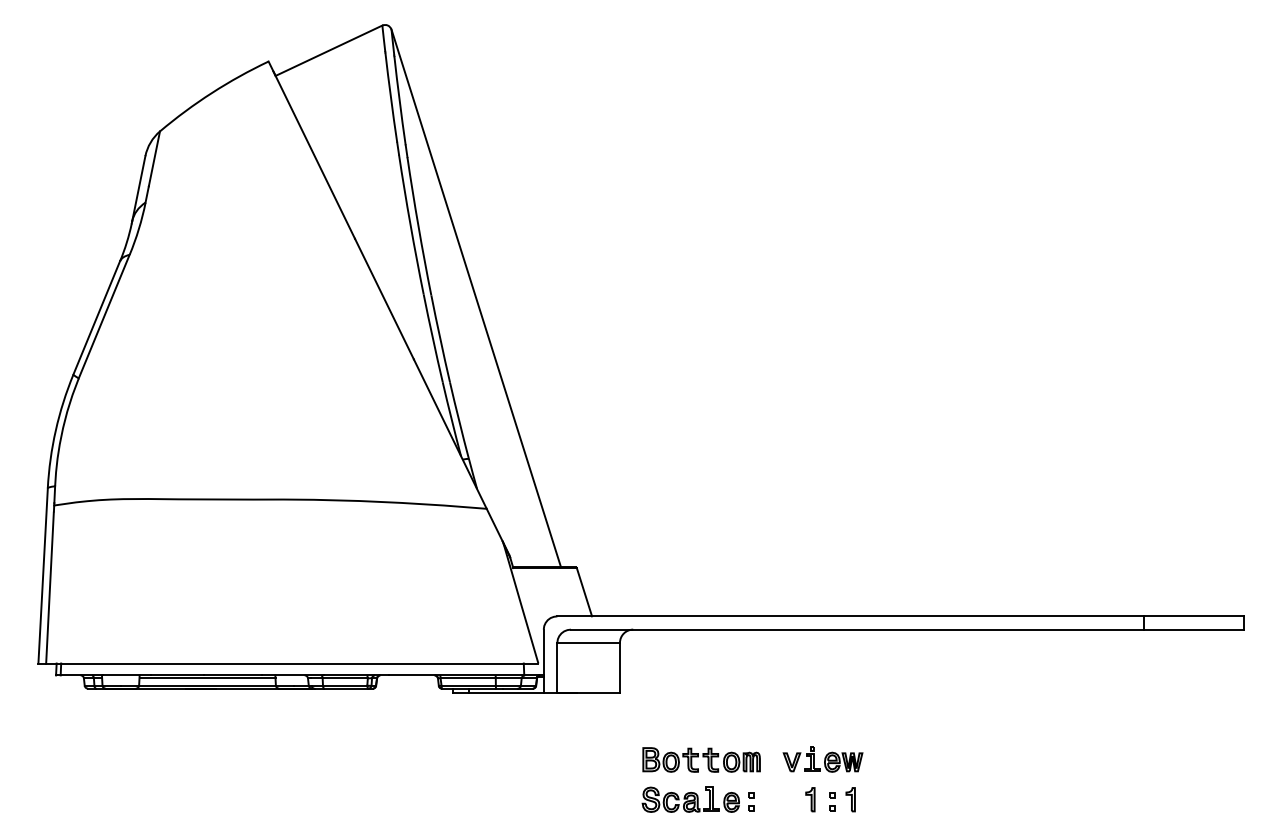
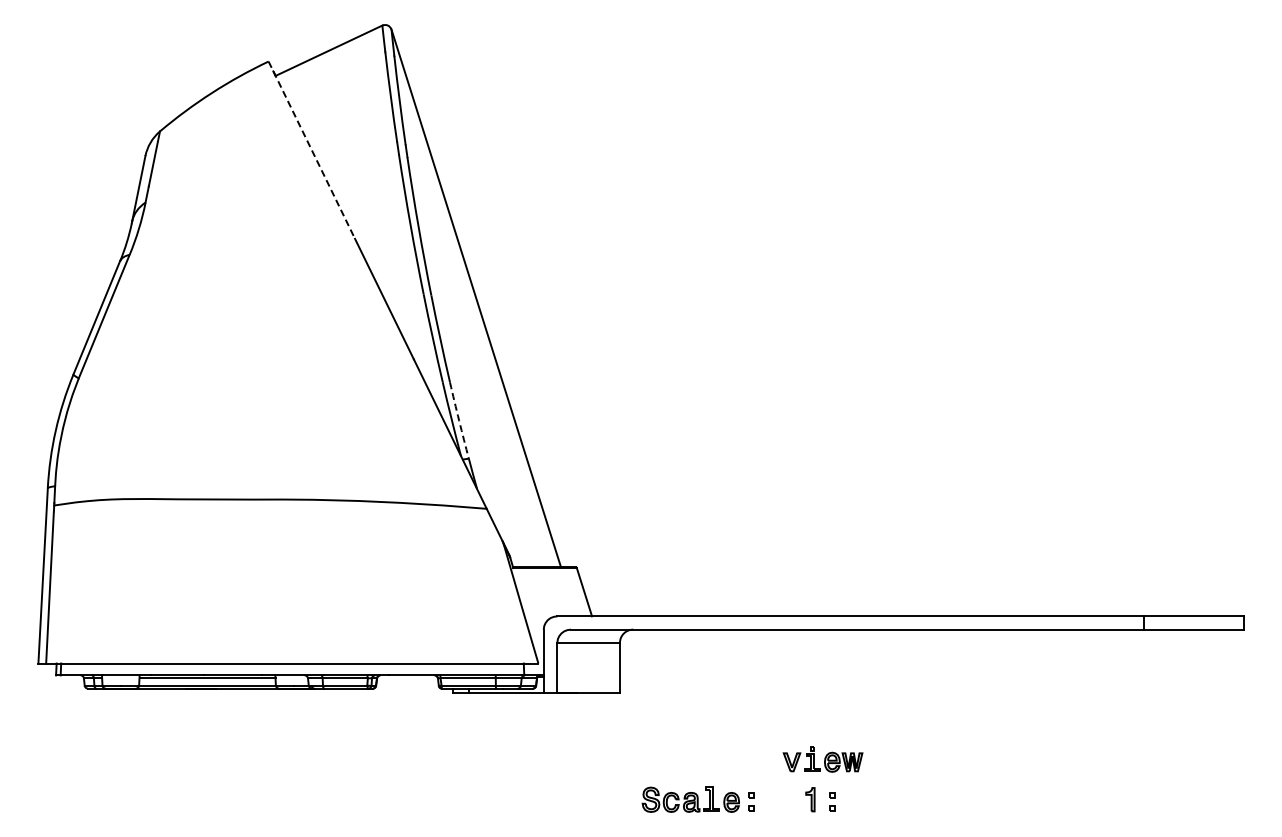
line at (311, 150): solid -> dashed
arc at (459, 420): solid -> dashed
part at (701, 759): present -> none
part at (850, 799): present -> none
